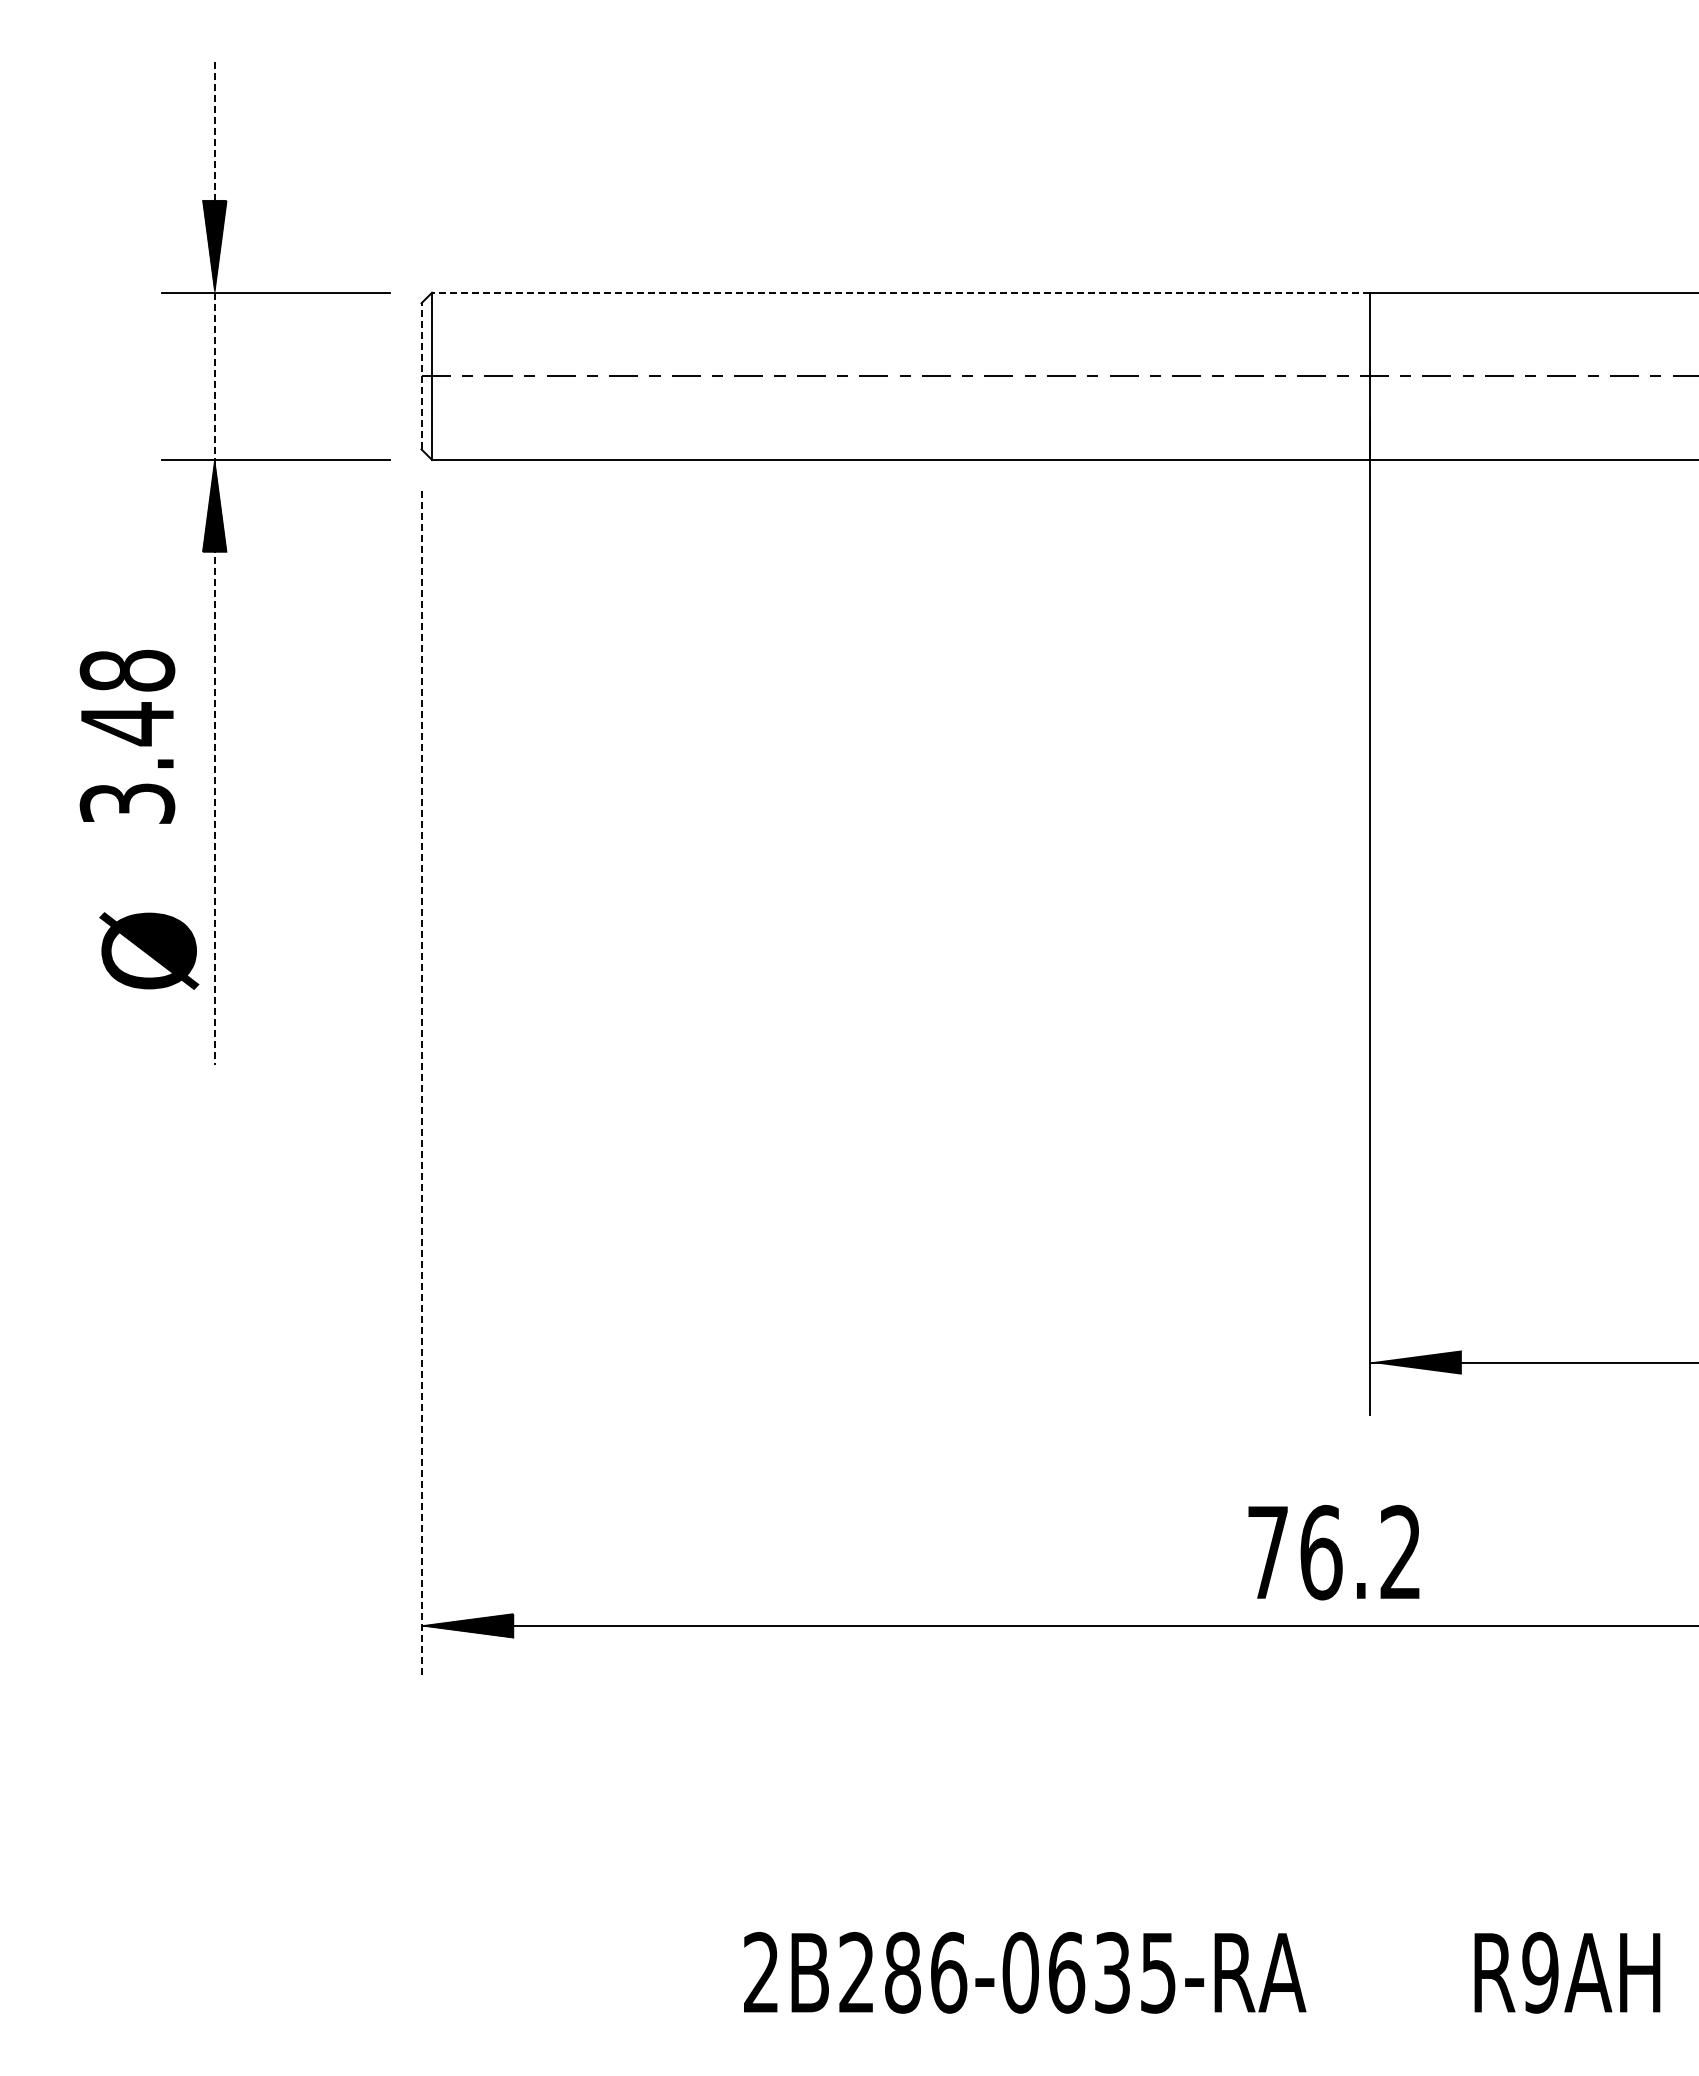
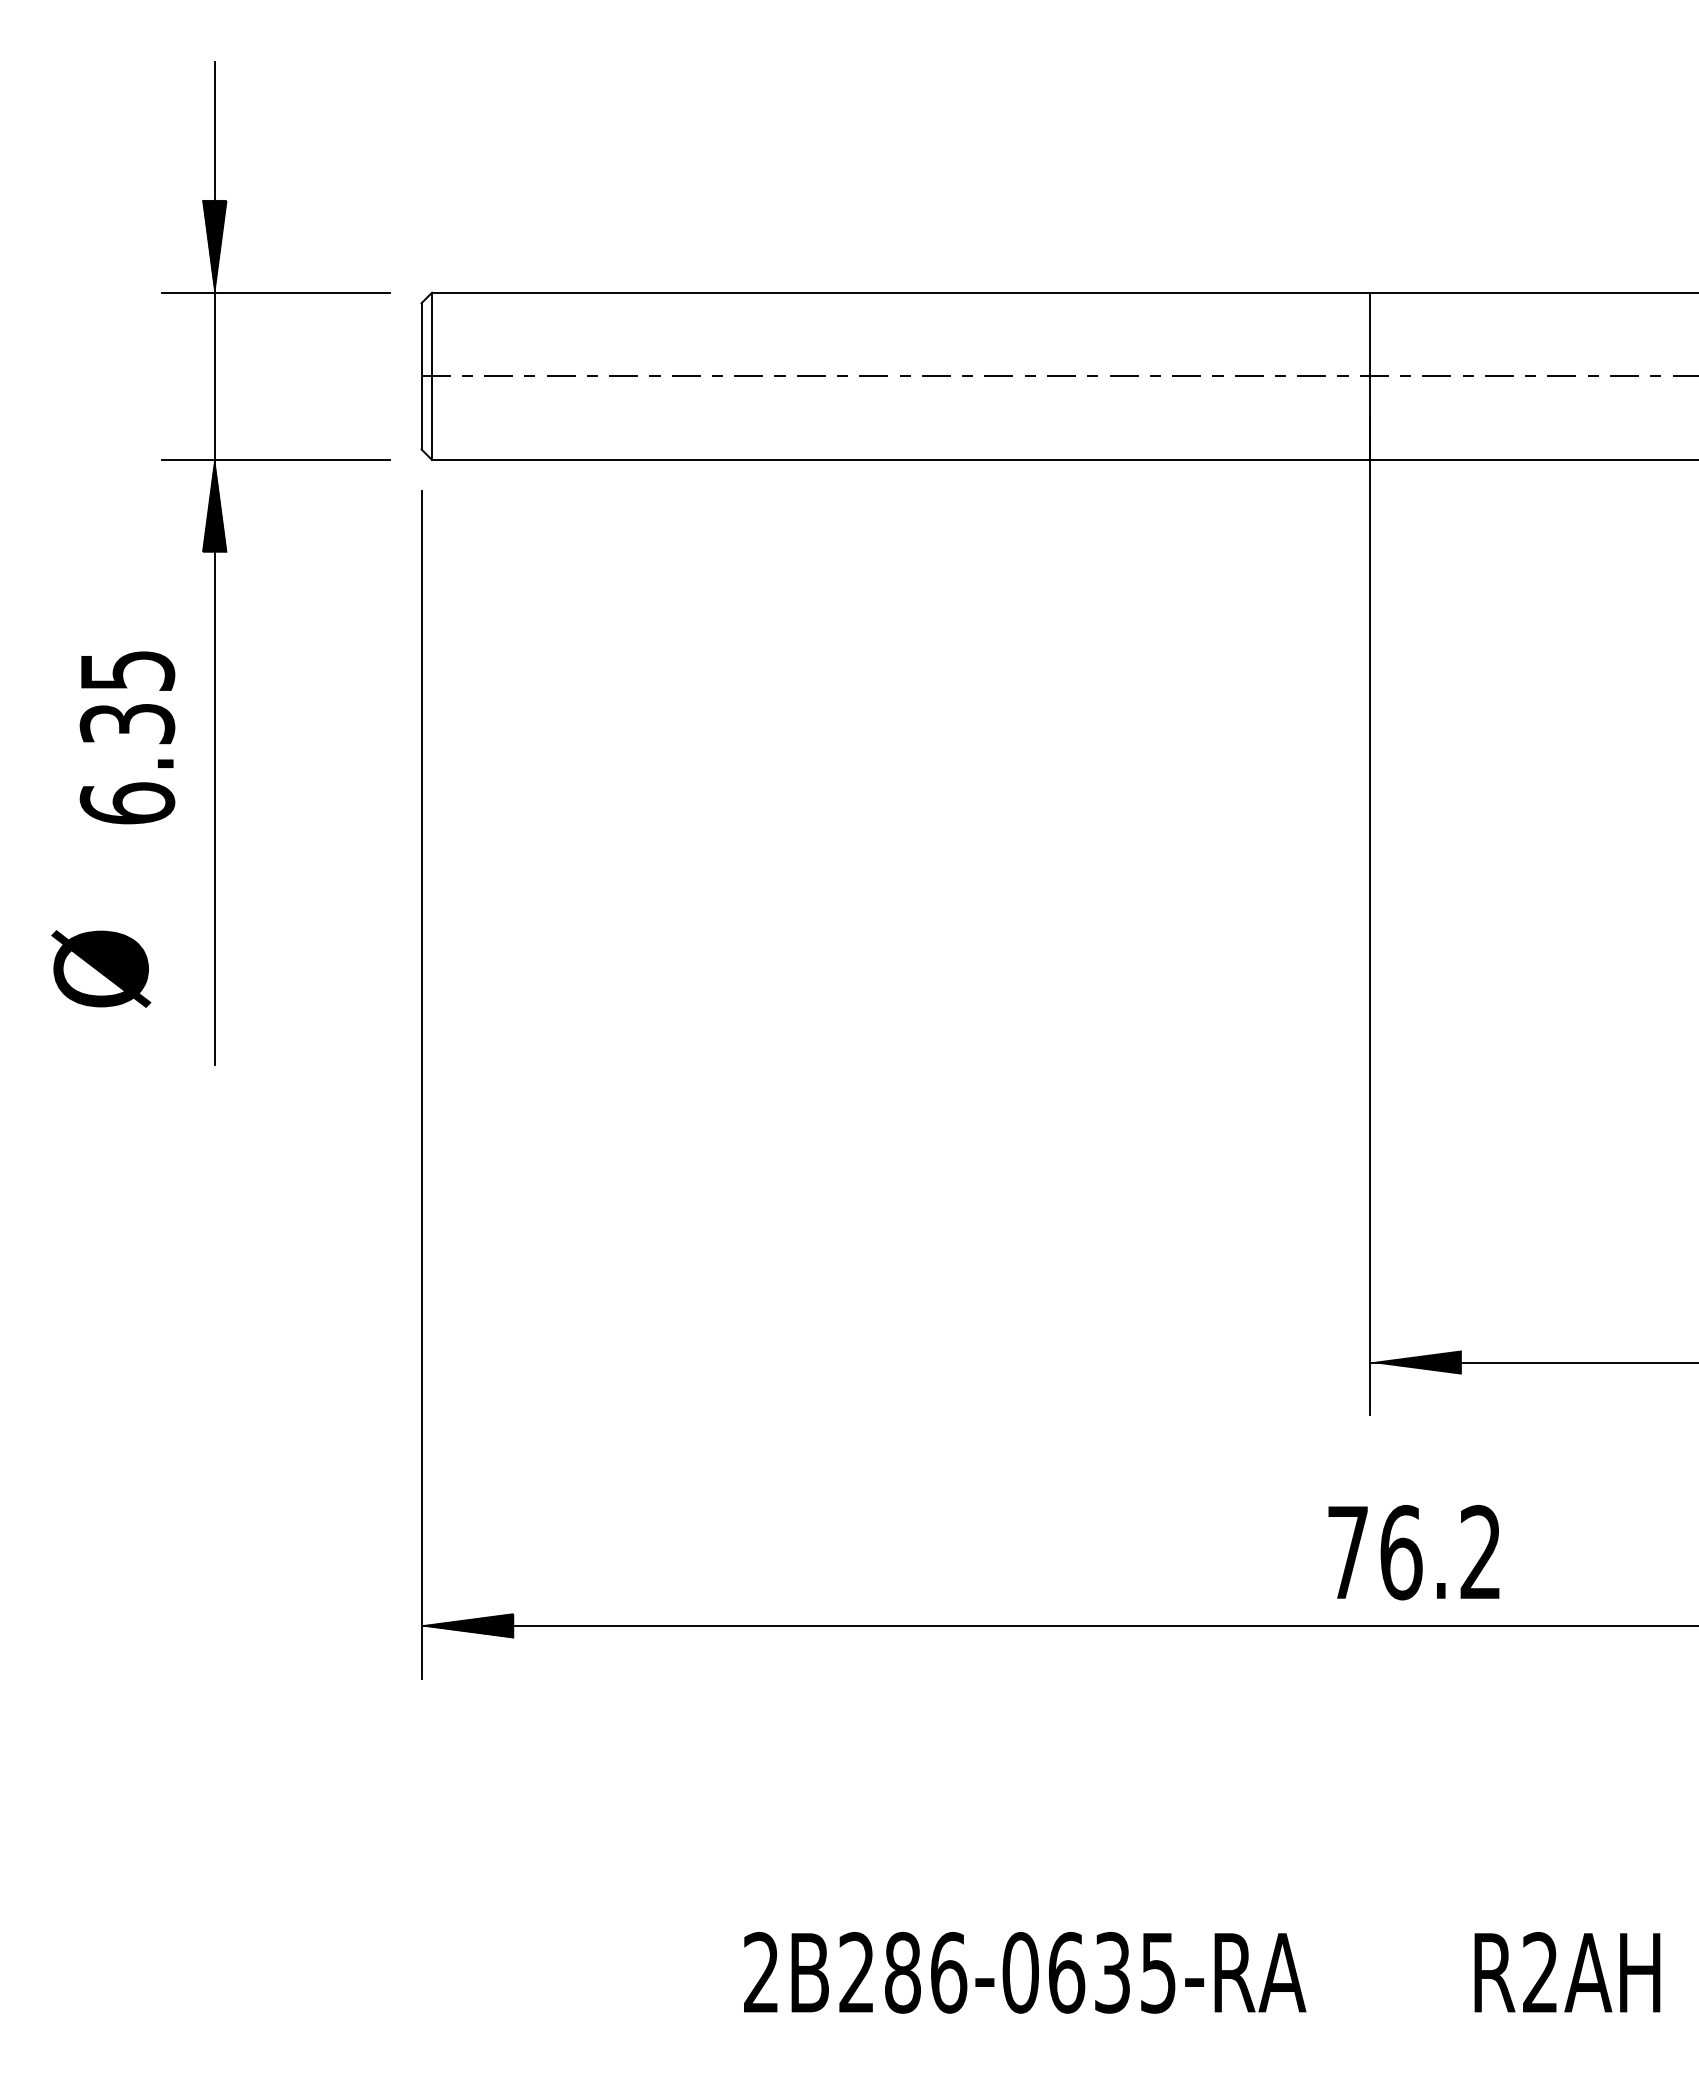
line at (900, 292): dashed -> solid
line at (421, 375): dashed -> solid
line at (214, 564): dashed -> solid
text at (127, 736): 3.48 -> 6.35
text at (149, 950) position: (149, 950) -> (101, 968)
line at (421, 1084): dashed -> solid
text at (1333, 1552) position: (1333, 1552) -> (1413, 1552)
text at (1540, 1972): R9AH -> R2AH
